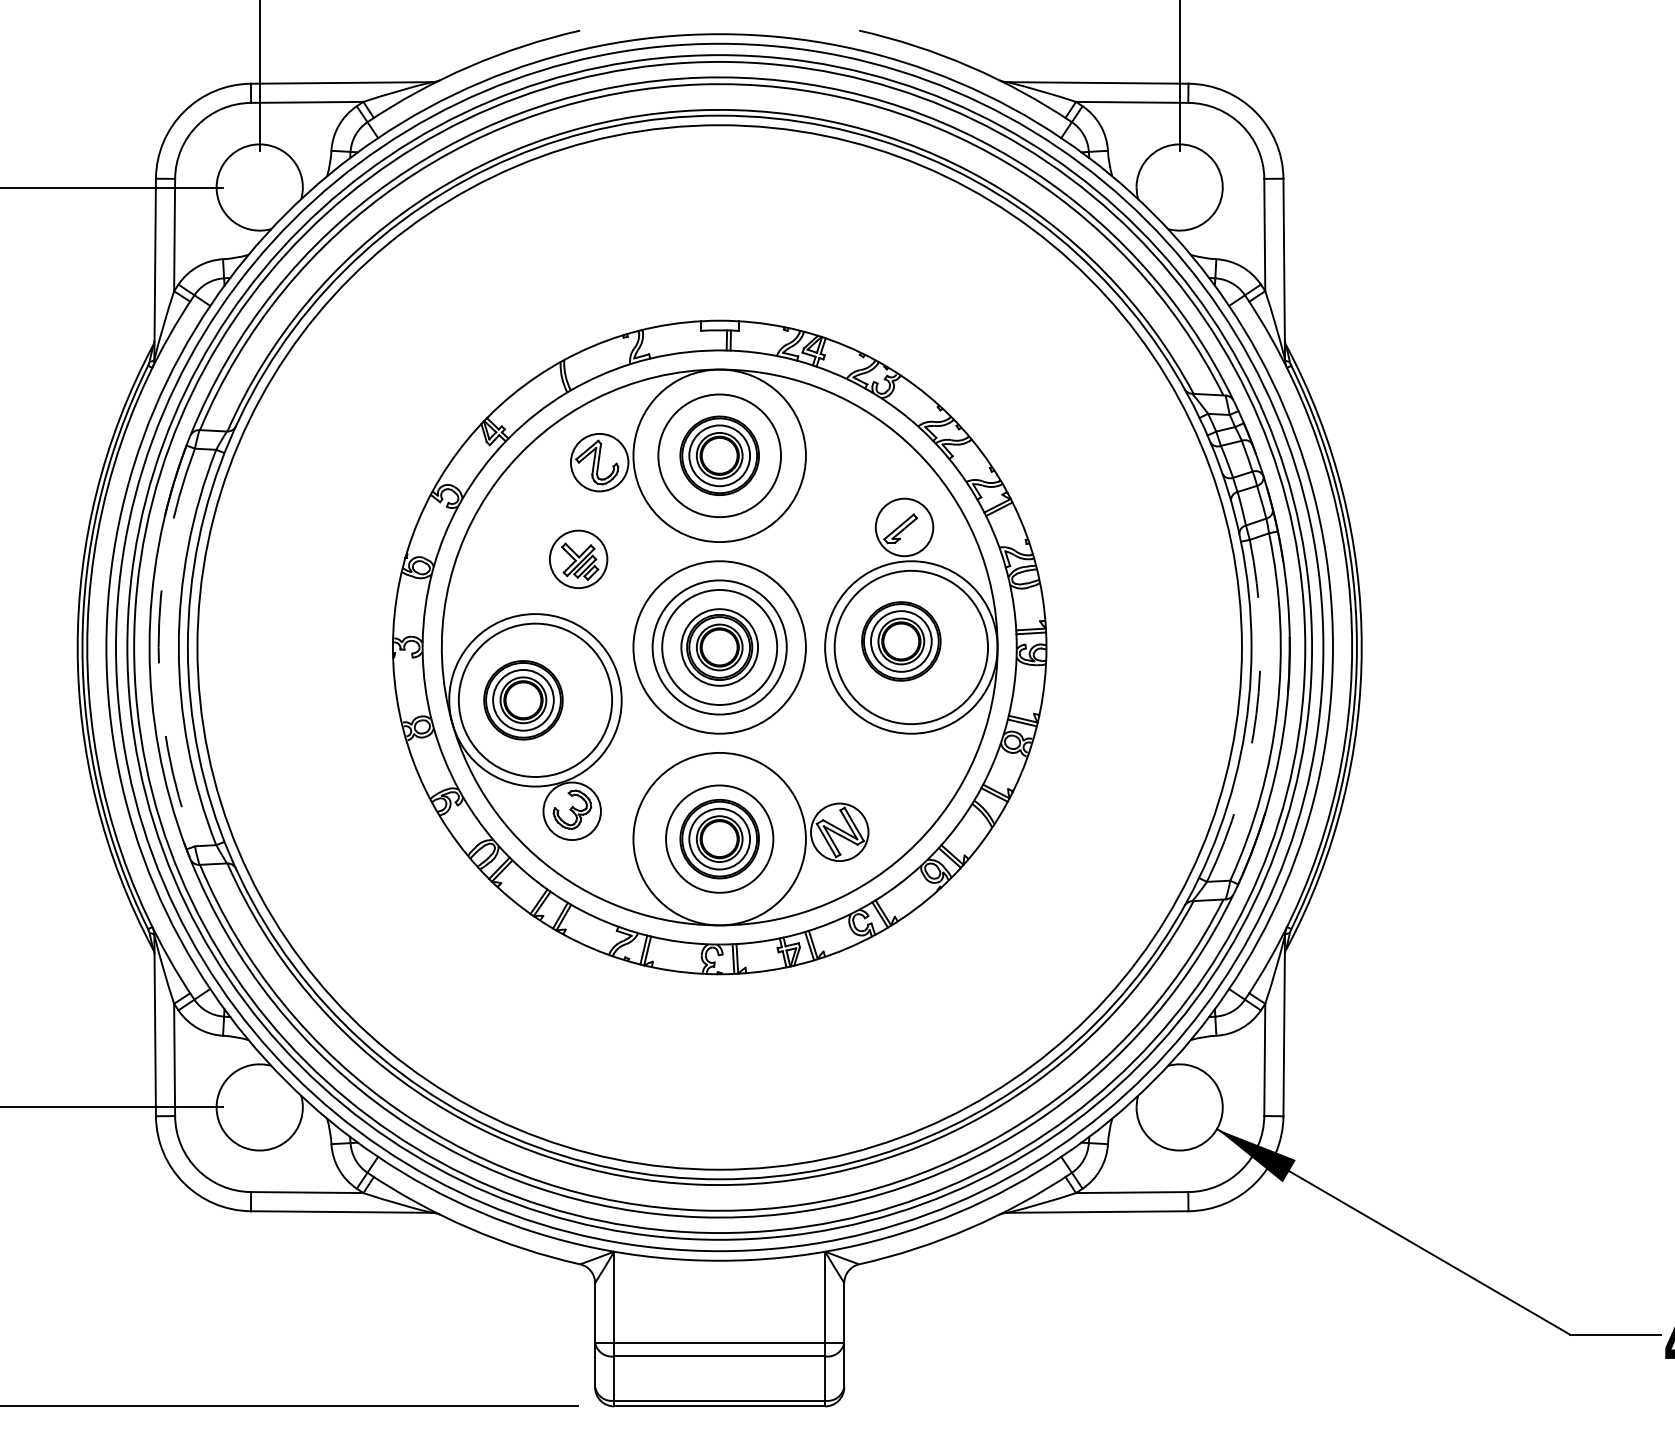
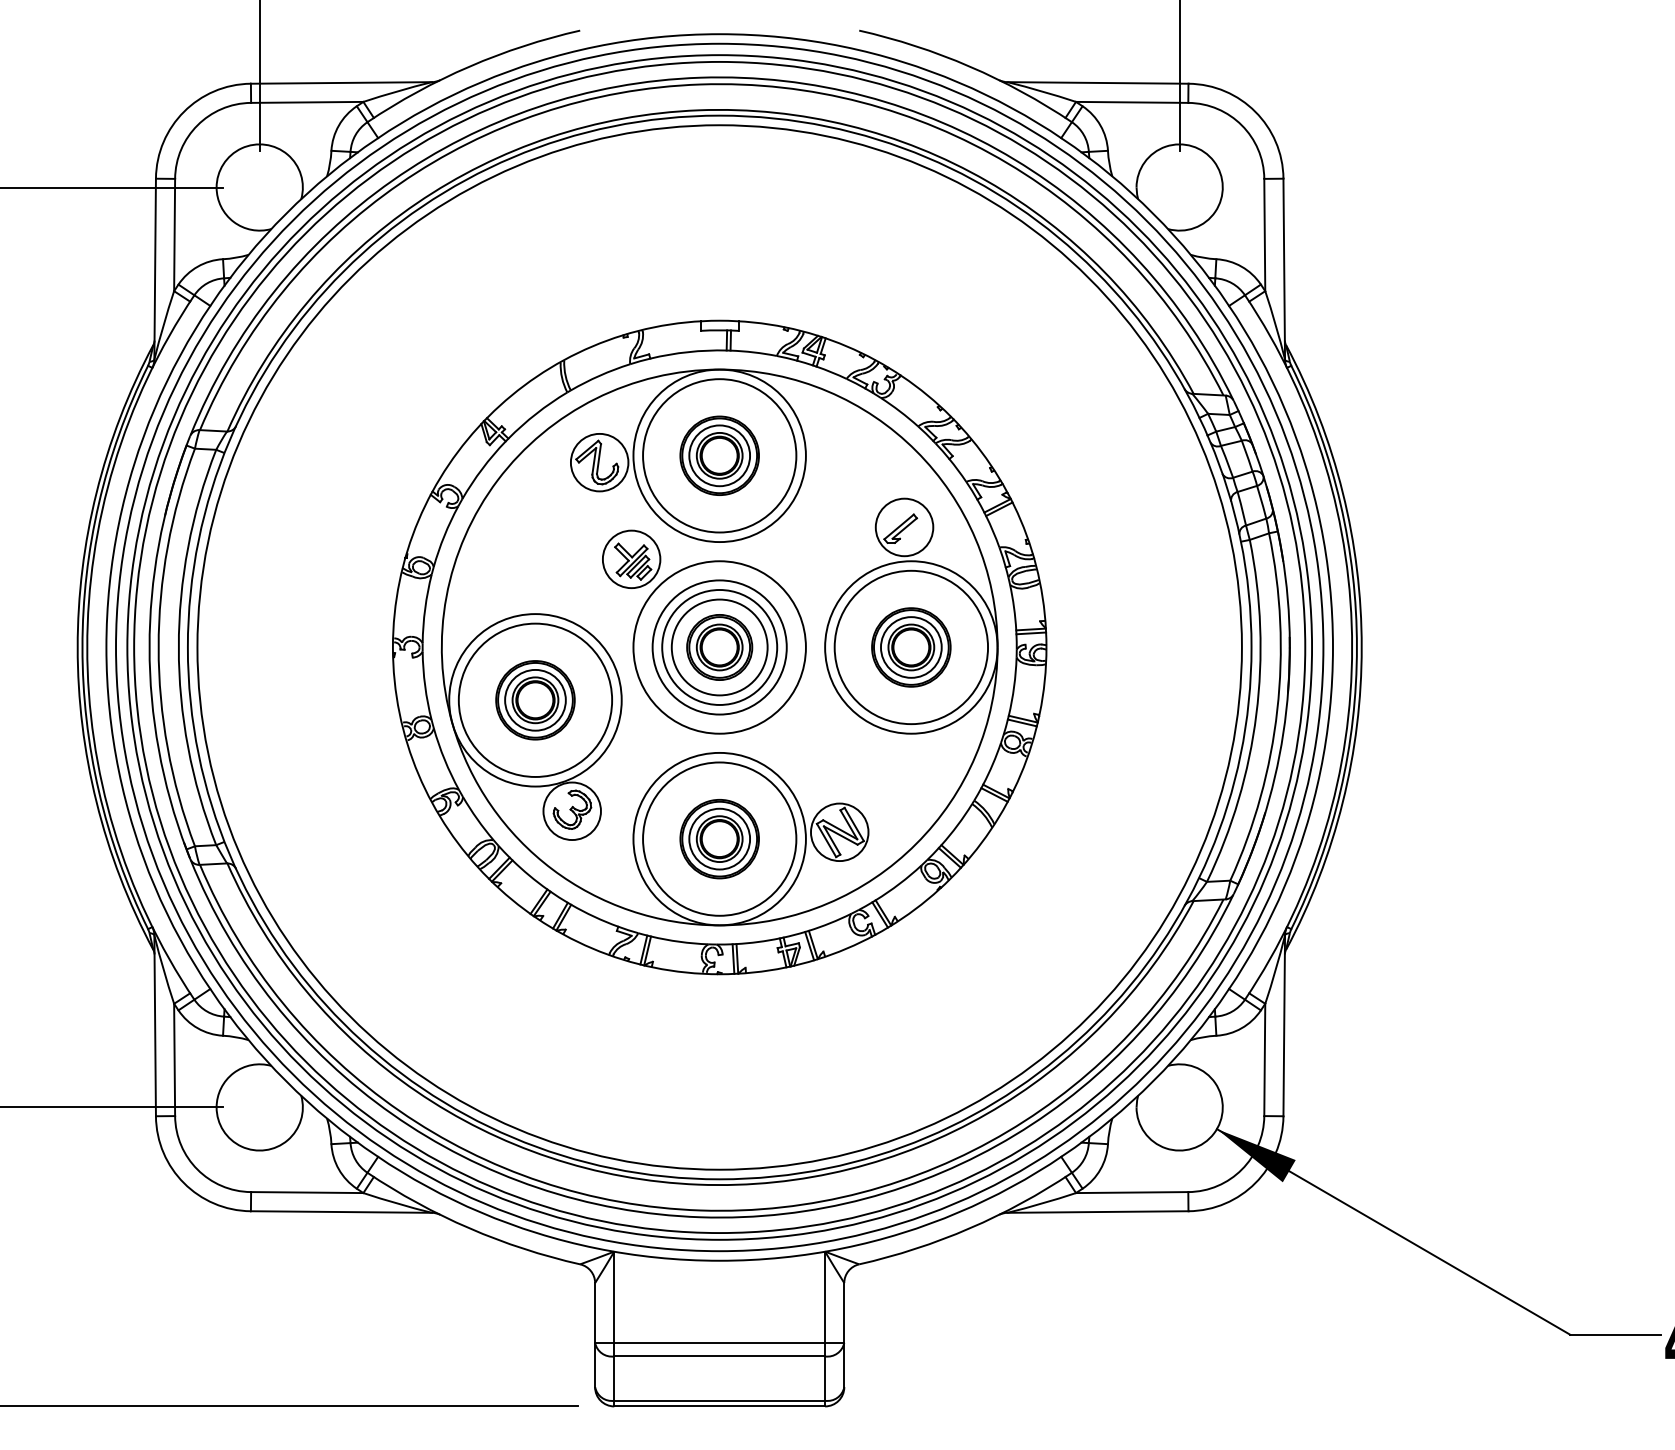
circle at (719, 455) diameter: 123 px -> 153 px
part at (578, 558) position: (578, 558) -> (631, 558)
part at (901, 641) position: (901, 641) -> (911, 647)
arc at (158, 647): dashed -> solid
circle at (719, 647) diameter: 77 px -> 96 px
part at (523, 700) position: (523, 700) -> (535, 700)
arc at (1256, 714): dashed -> solid
circle at (719, 838) diameter: 107 px -> 153 px
